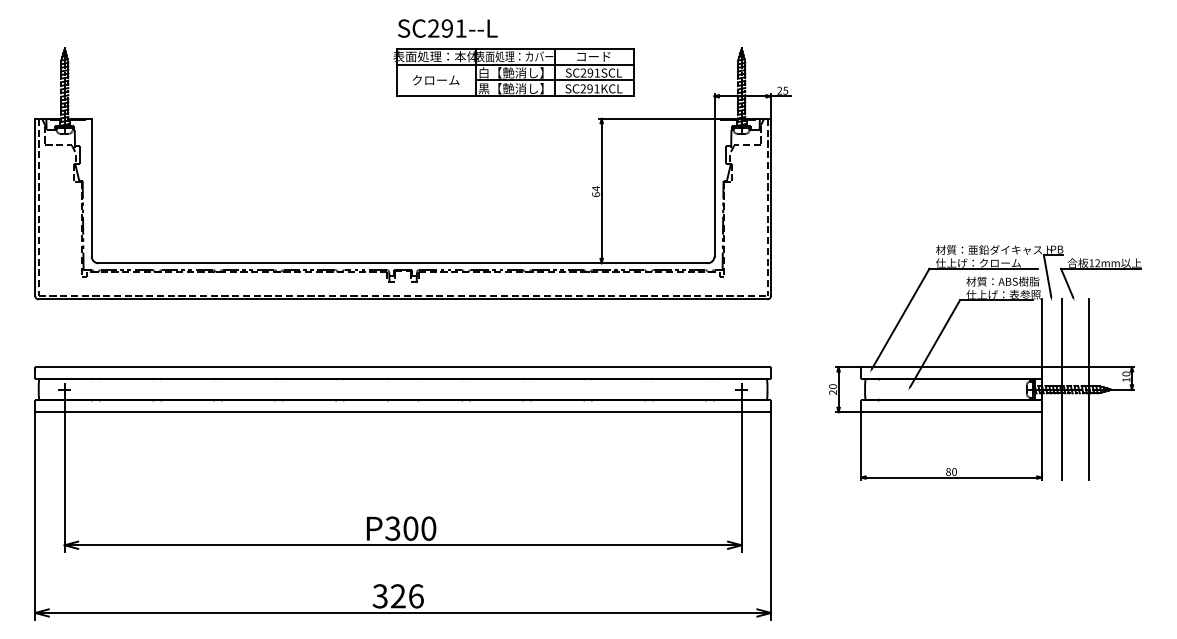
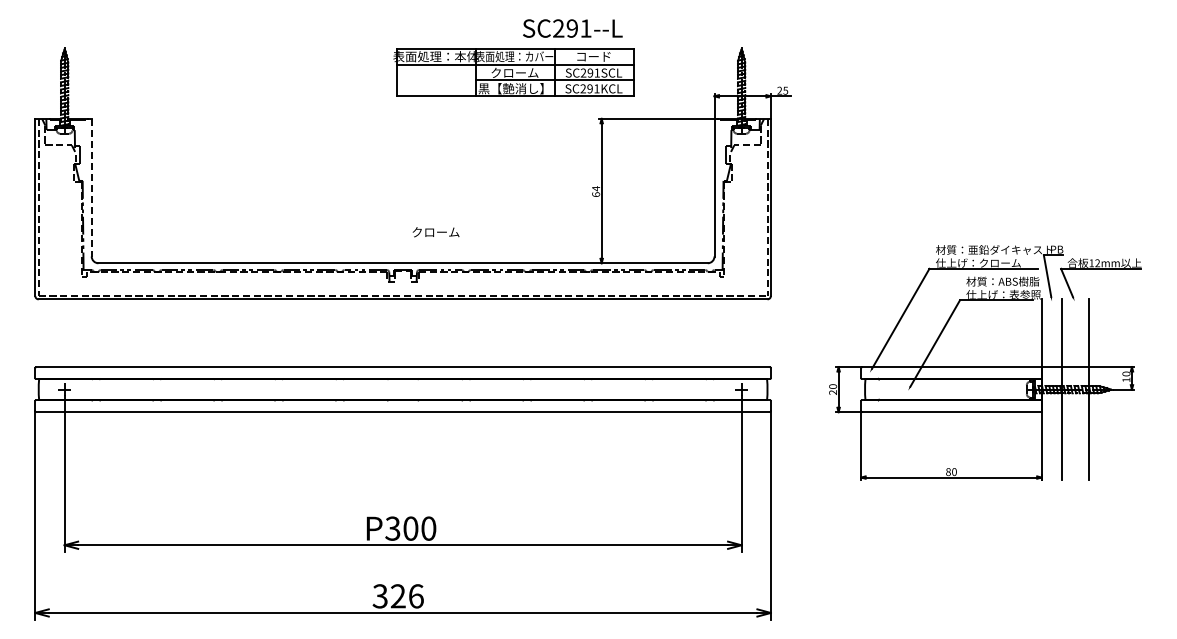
text at (447, 28) position: (447, 28) -> (572, 28)
text at (511, 72): 白【艶消し】 -> クローム
text at (435, 80) position: (435, 80) -> (435, 232)
line at (91, 187): solid -> dashed
